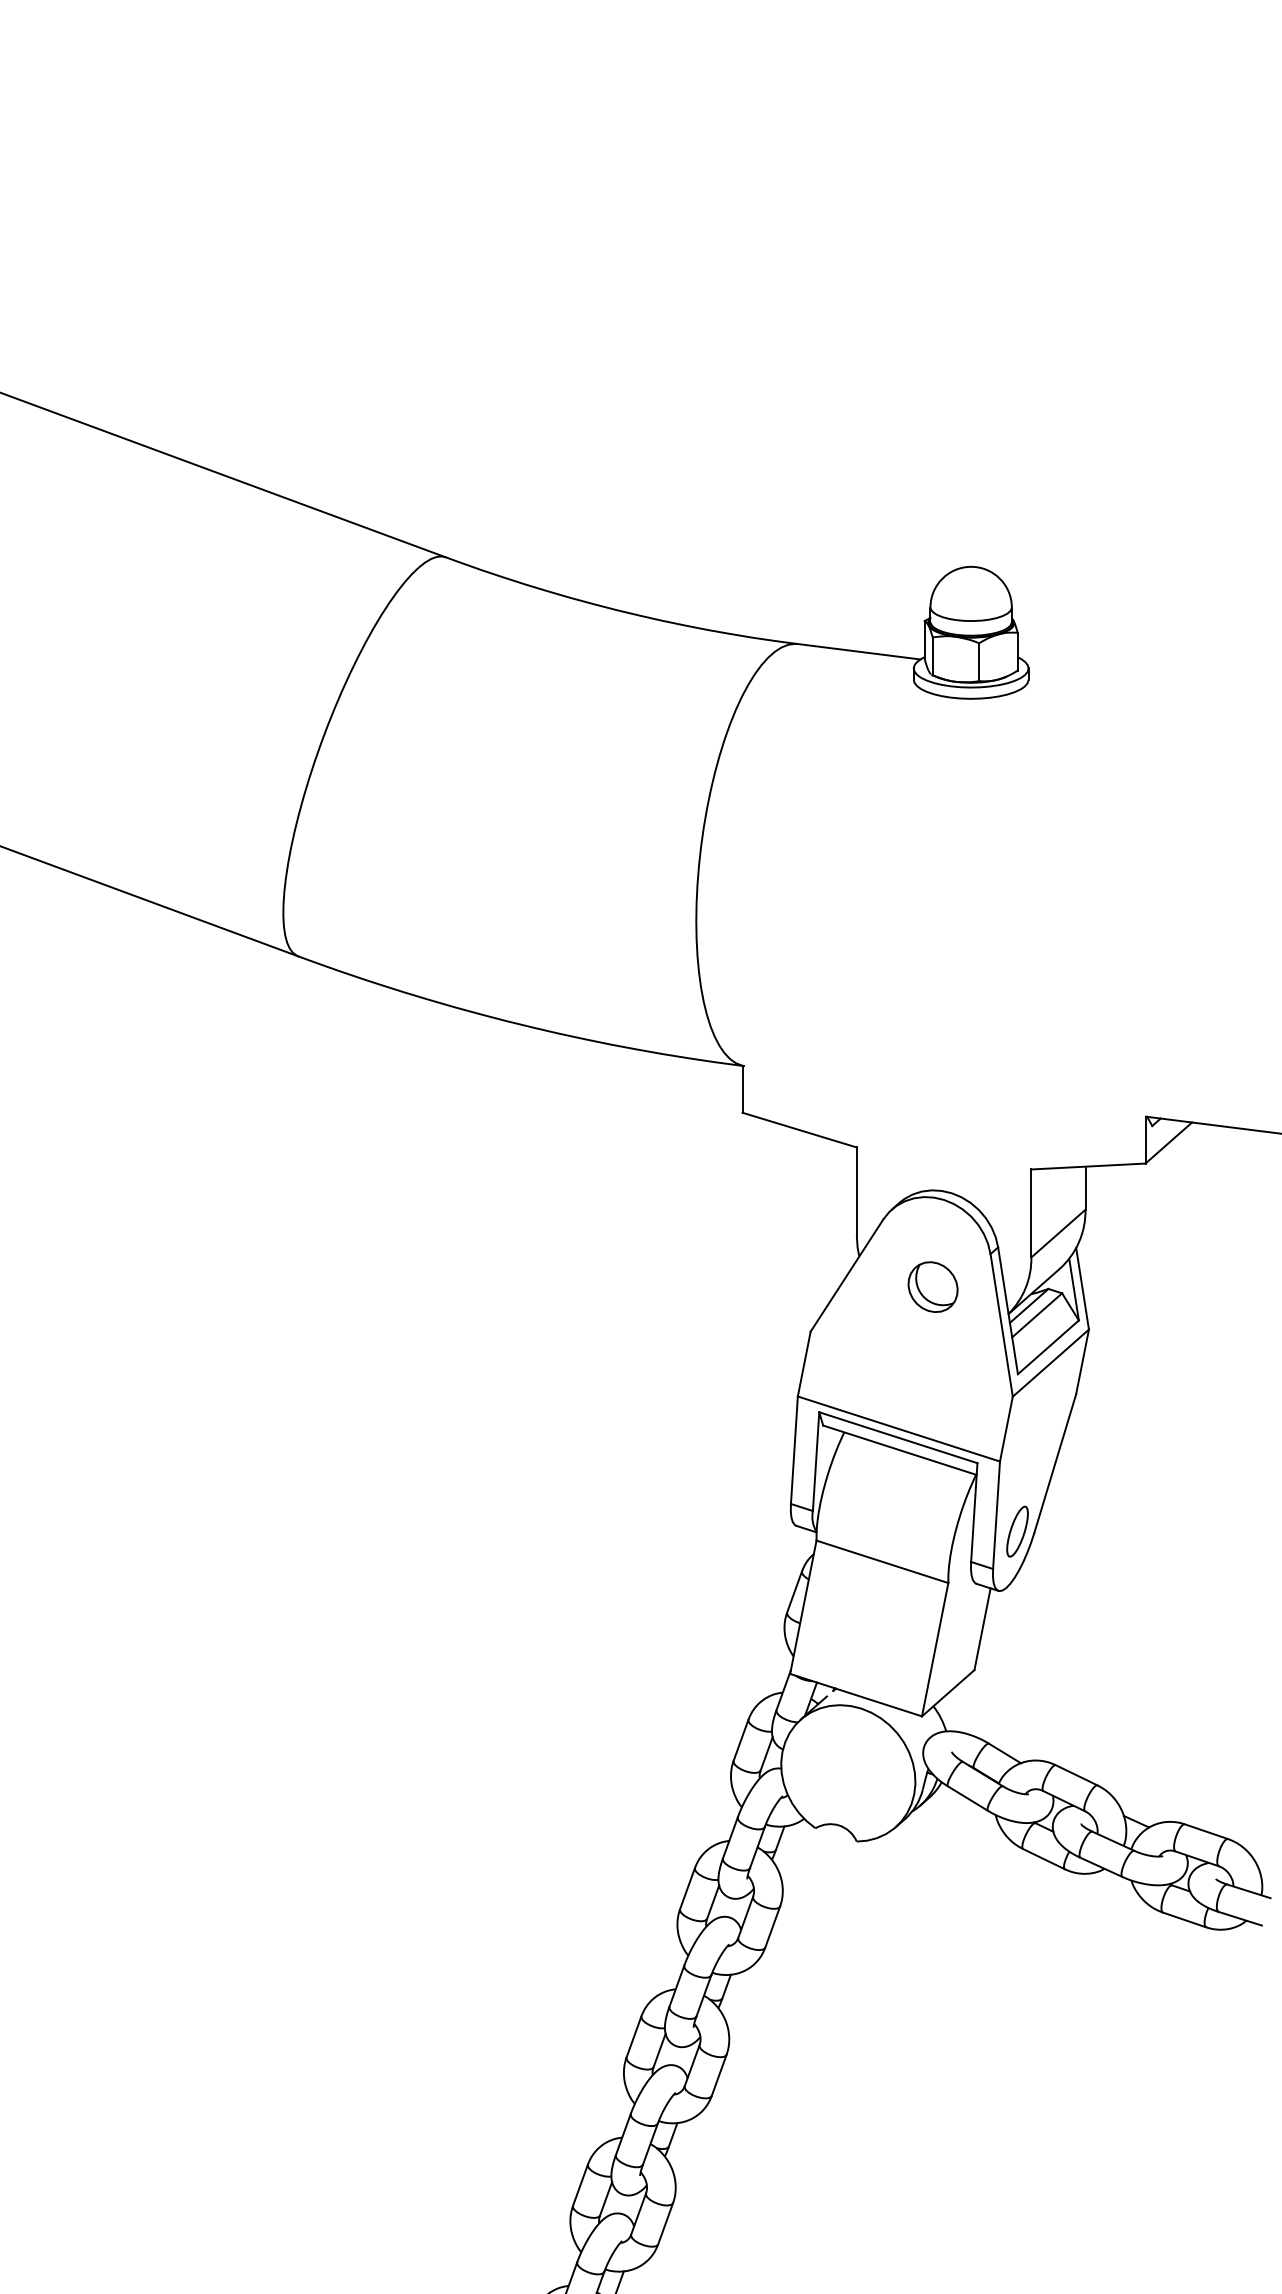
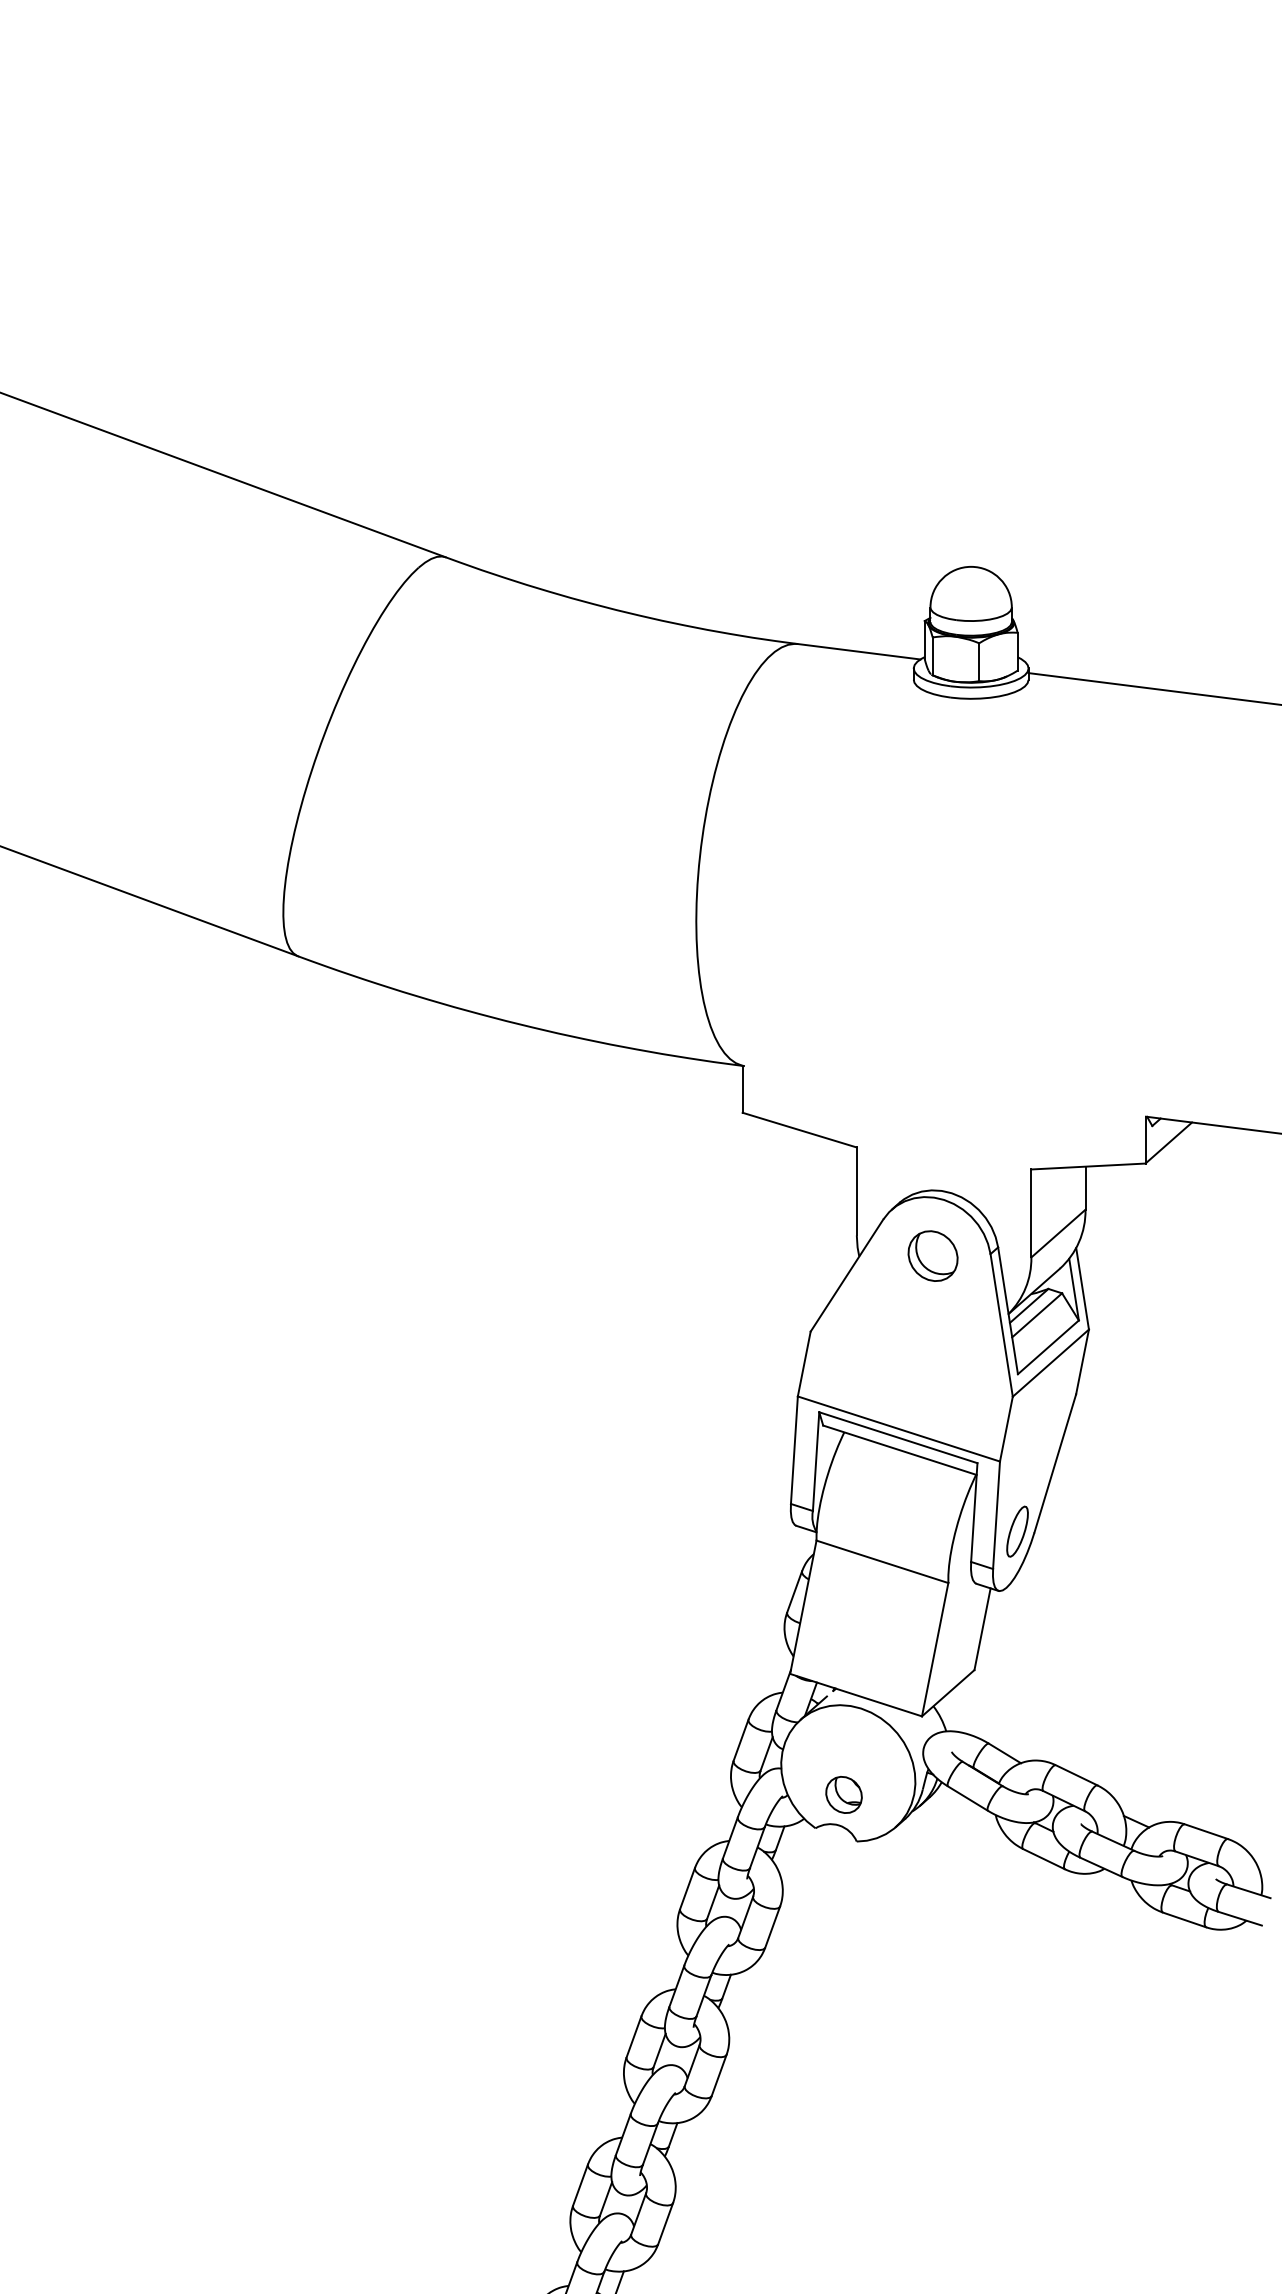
line at (1153, 688): none -> present
part at (932, 1286) position: (932, 1286) -> (932, 1255)
part at (843, 1794): none -> present
